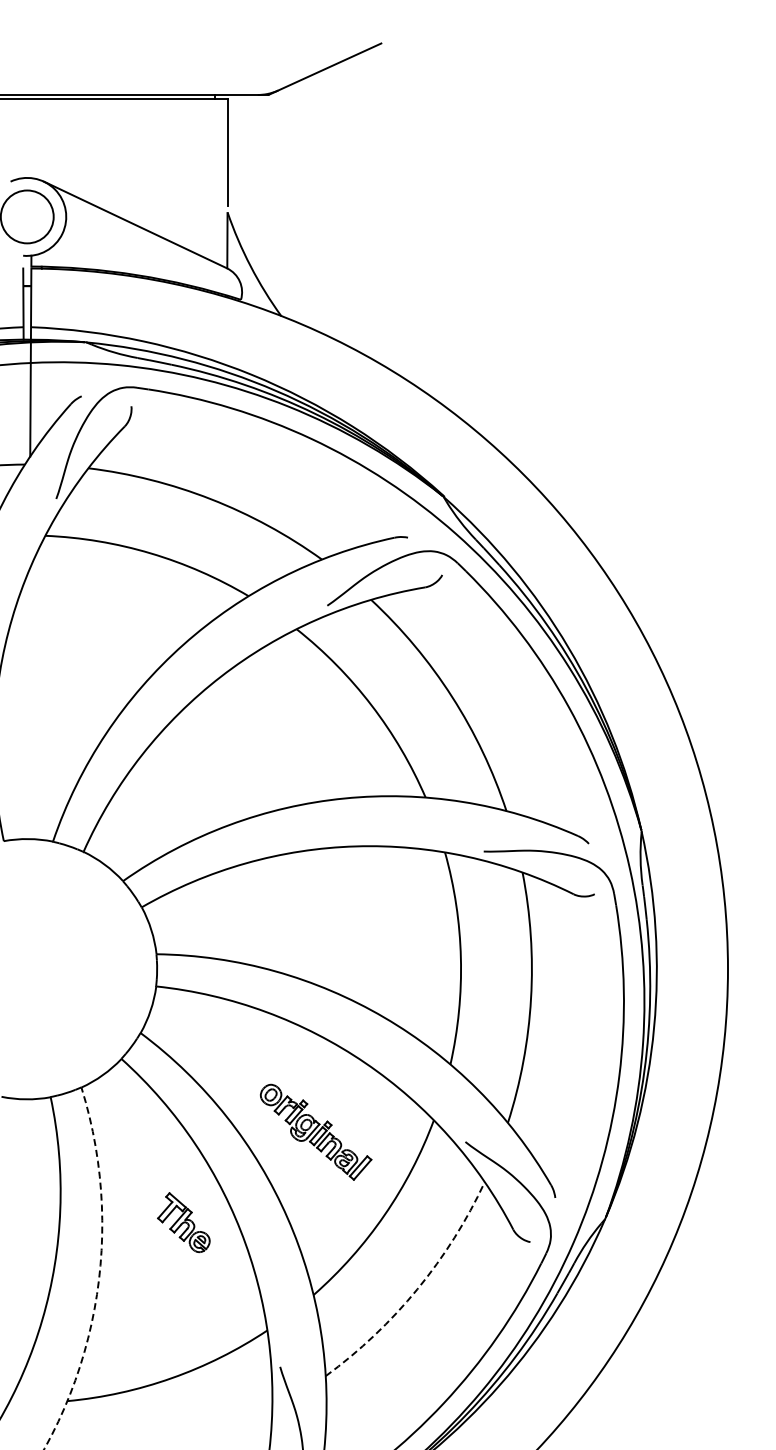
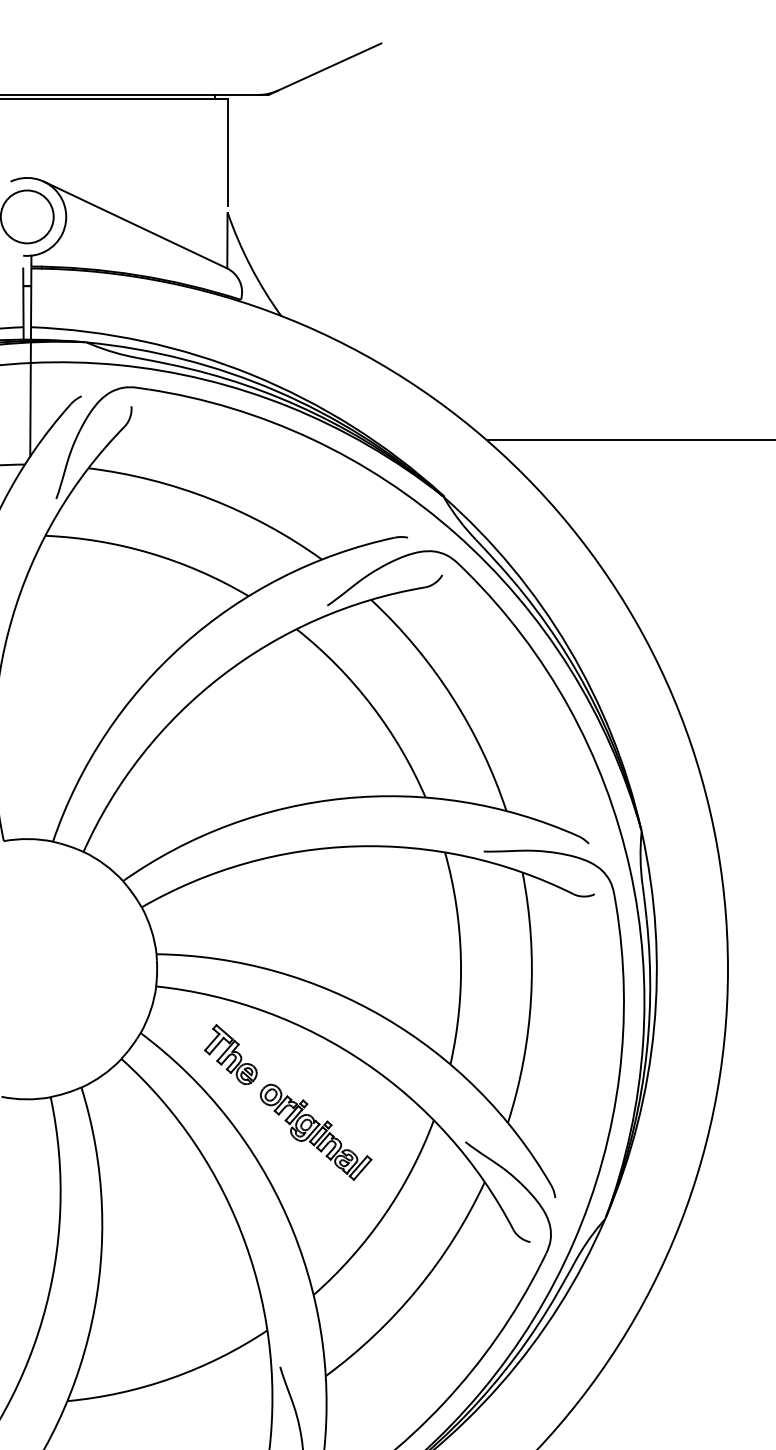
line at (629, 440): none -> present
part at (183, 1222) position: (183, 1222) -> (230, 1054)
arc at (99, 1271): dashed -> solid
arc at (417, 1289): dashed -> solid
